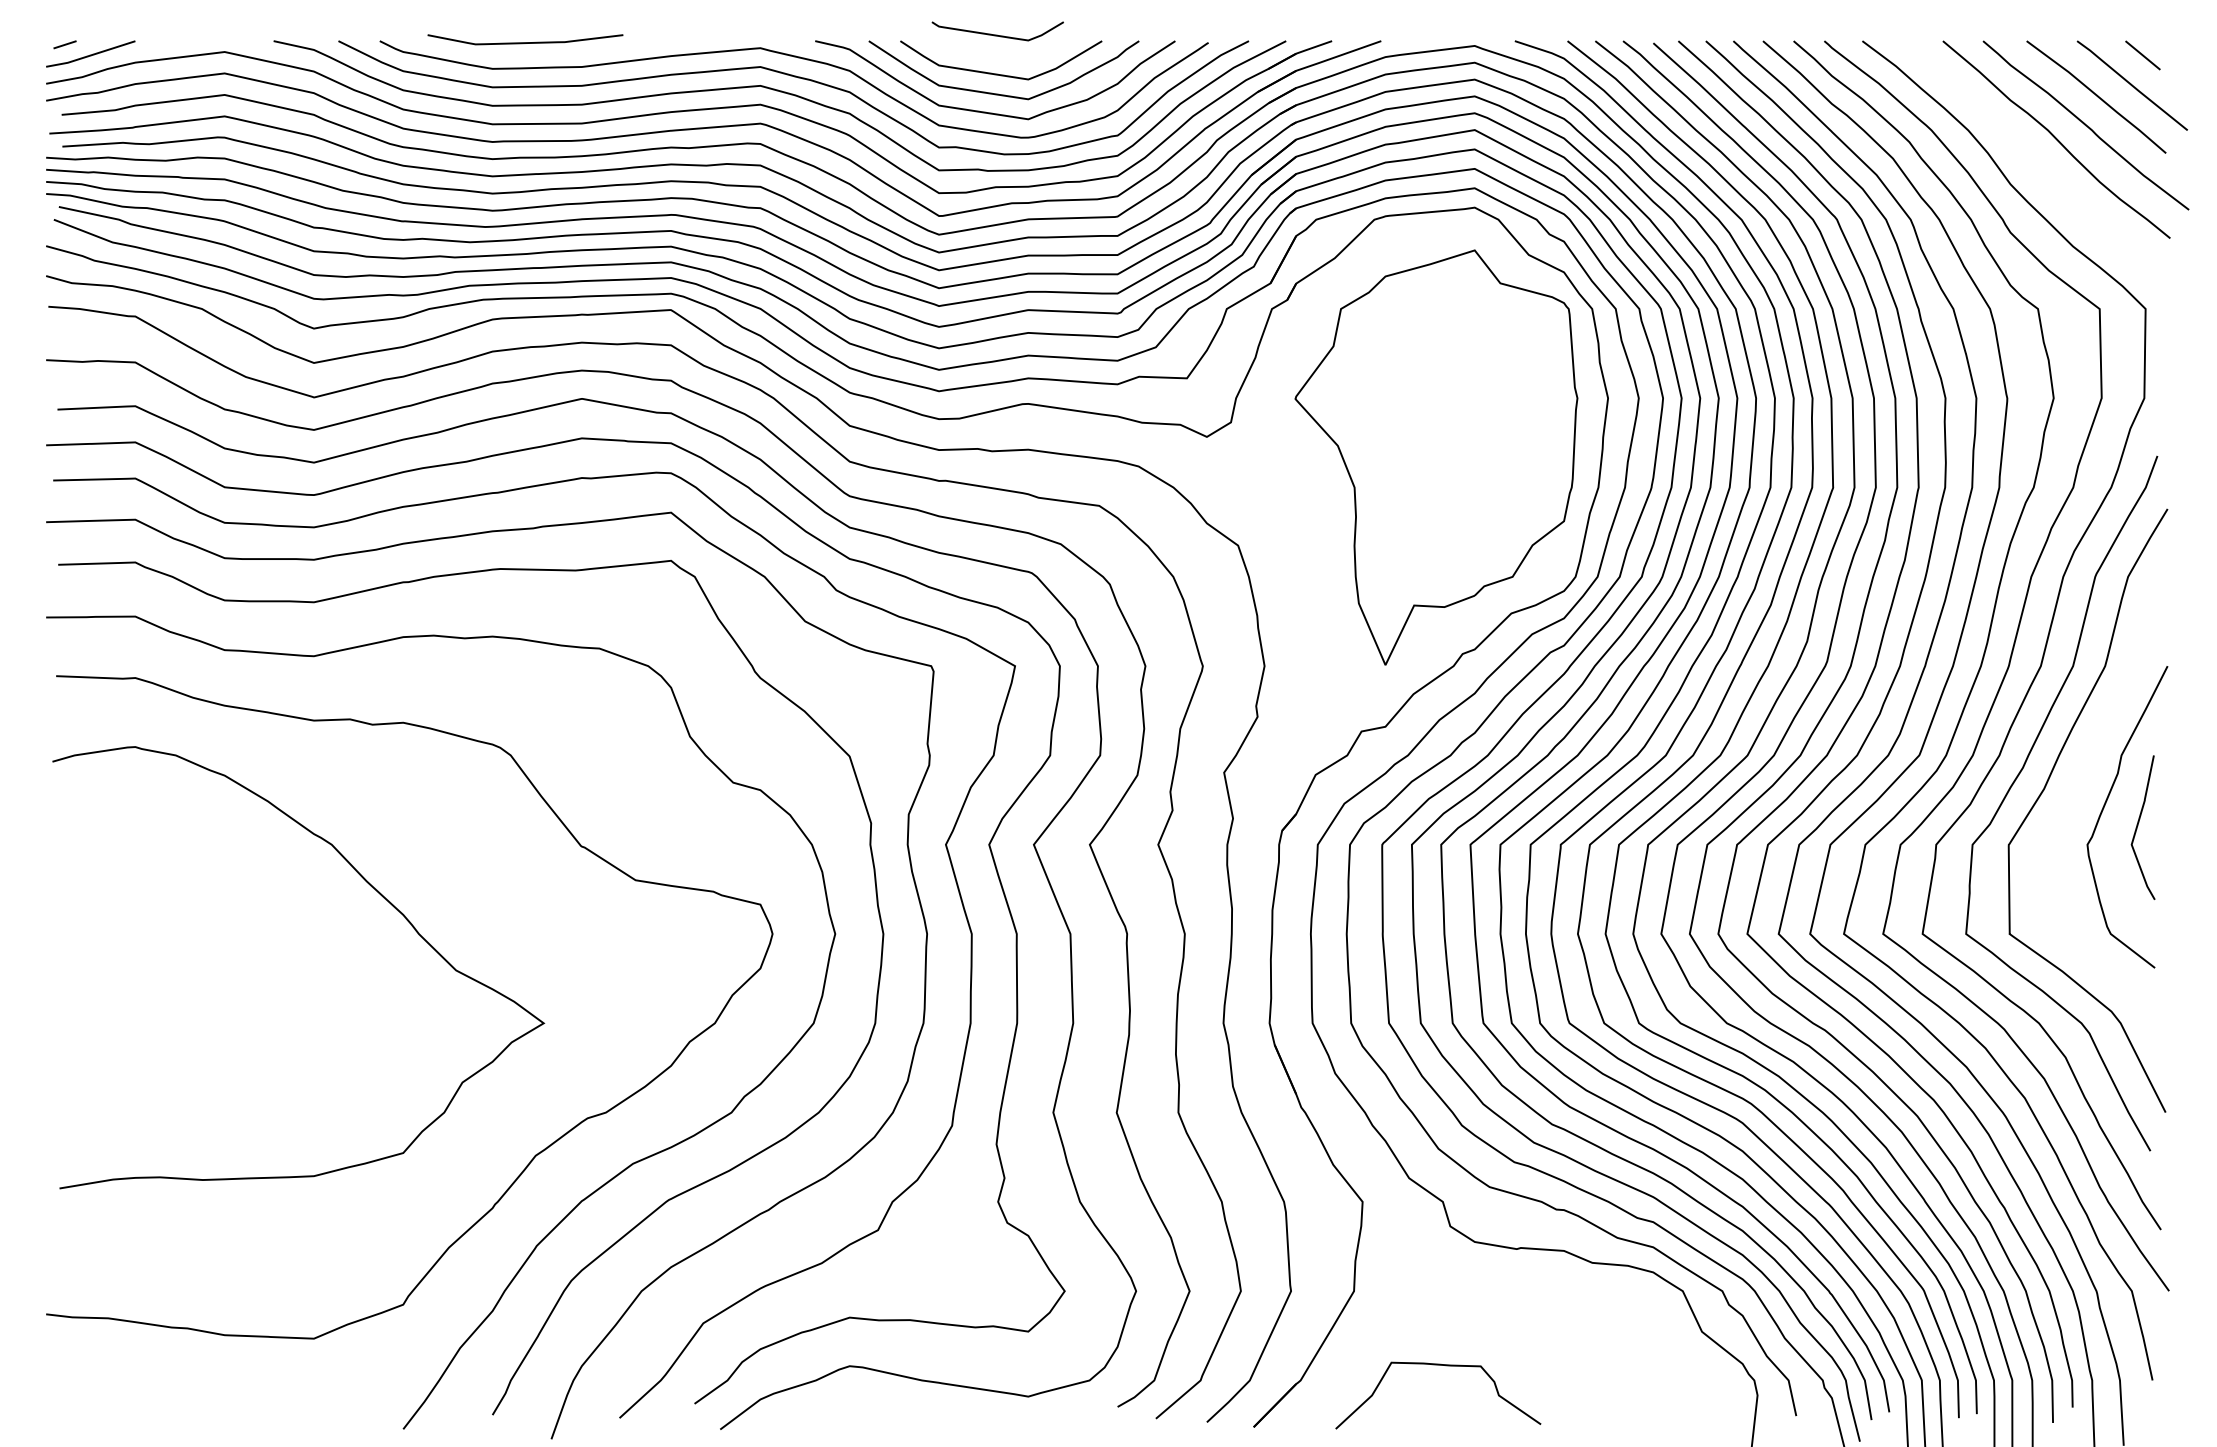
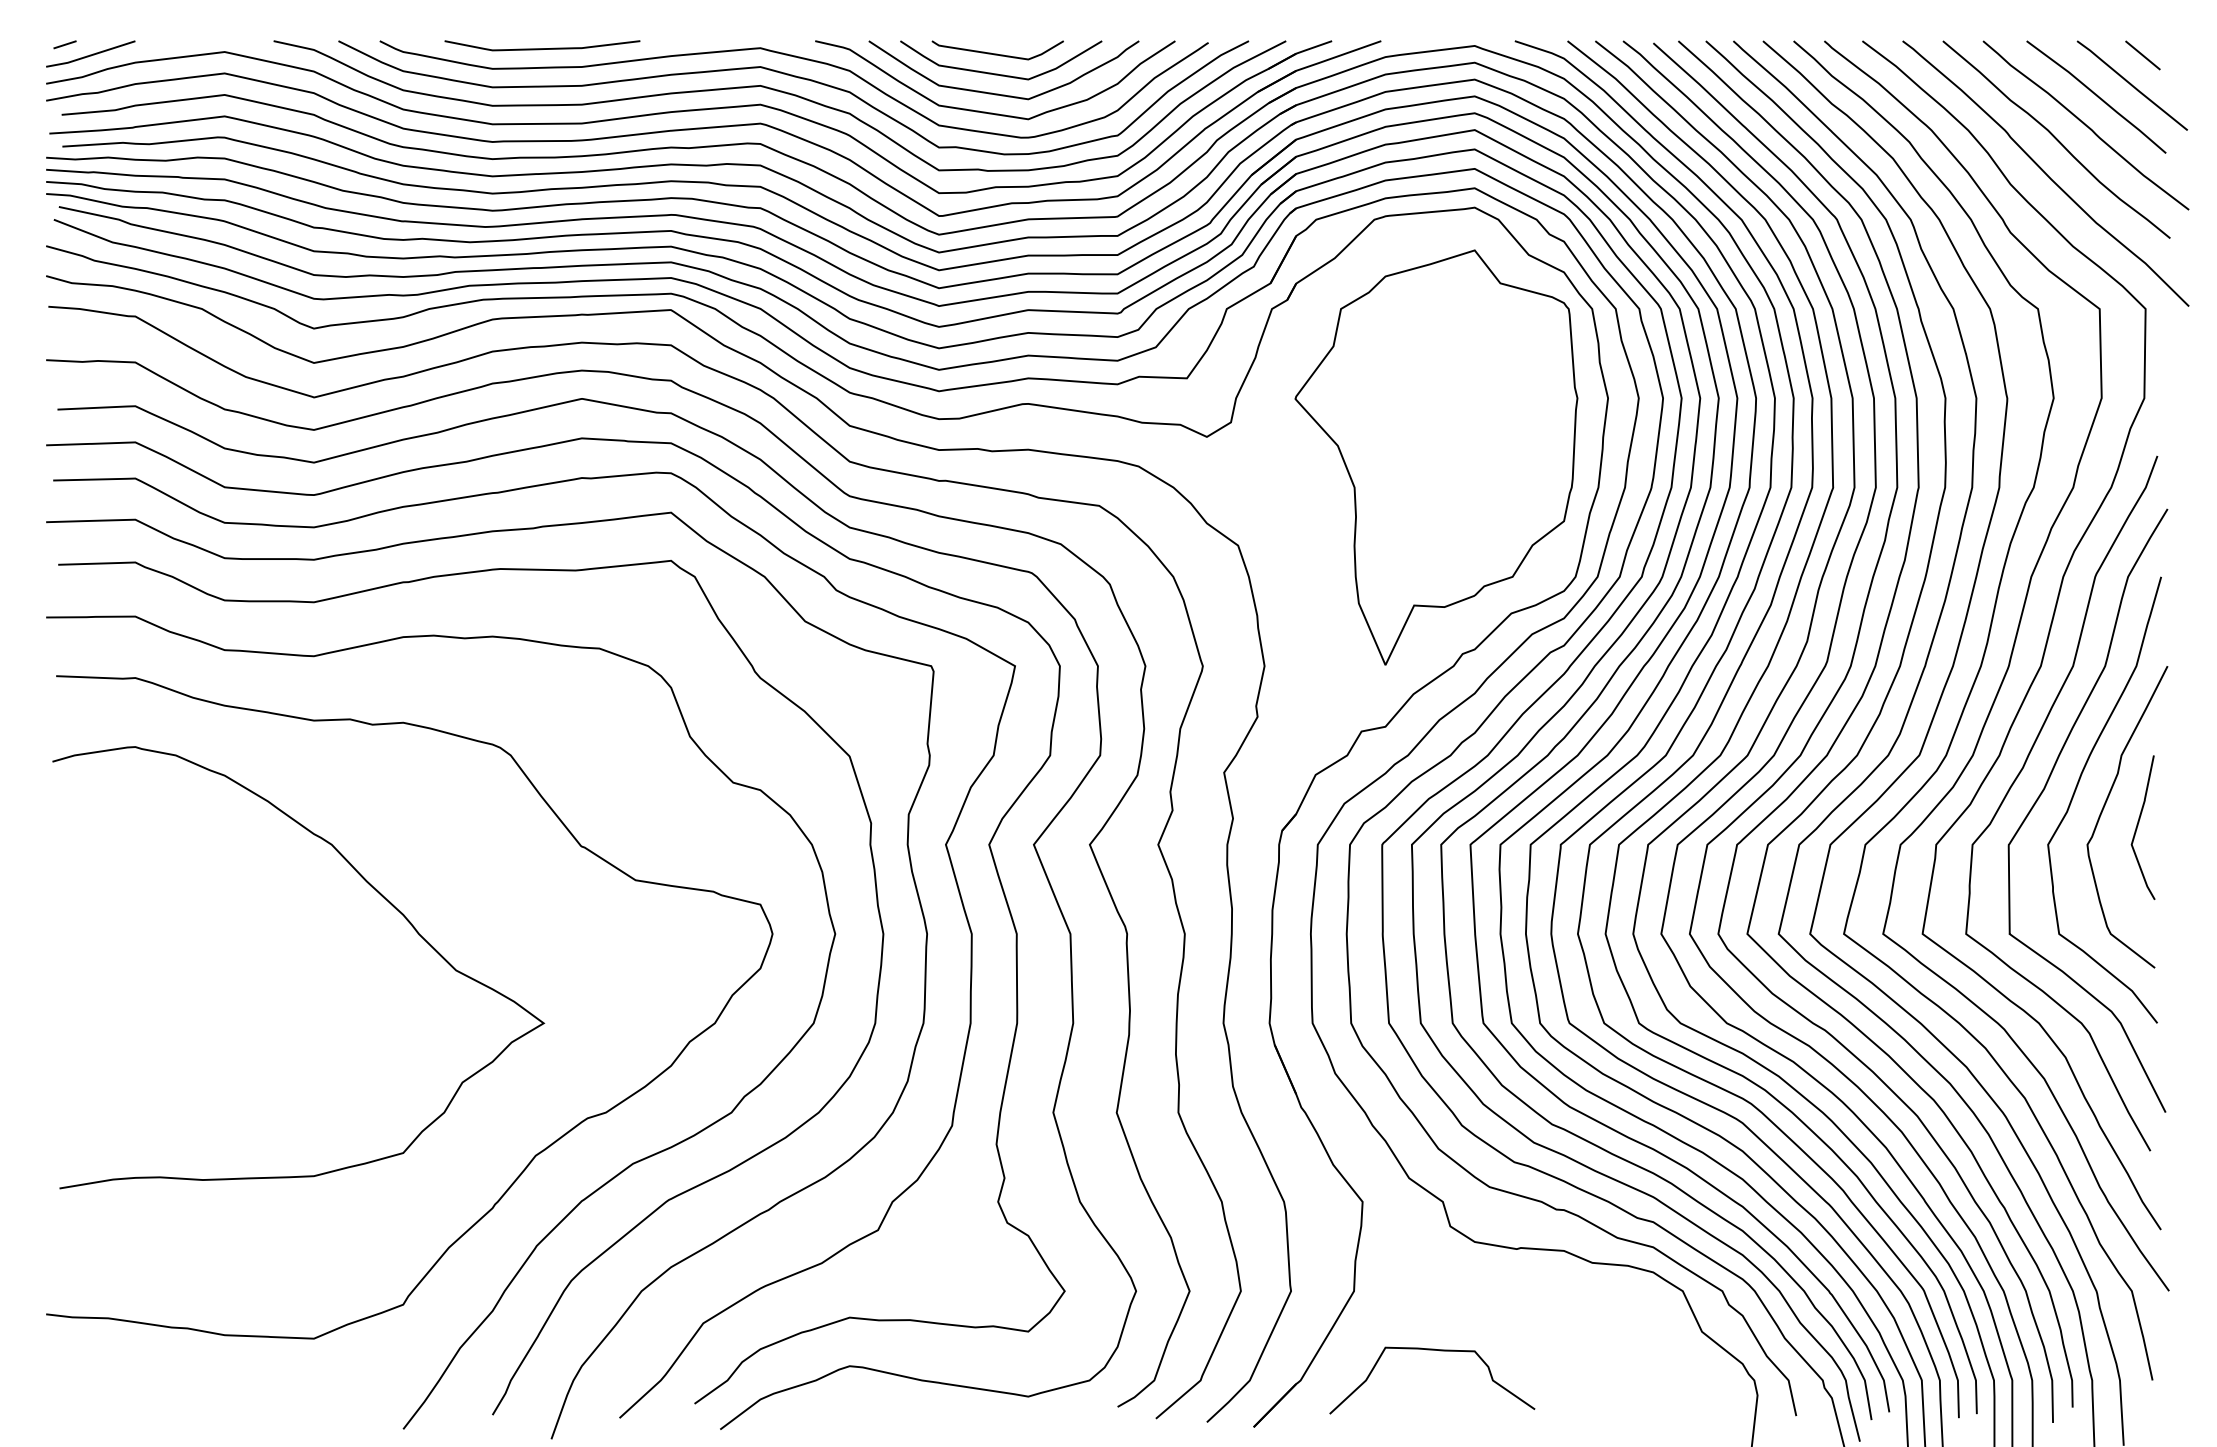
curve at (997, 34) position: (997, 34) -> (997, 53)
curve at (525, 42) position: (525, 42) -> (542, 48)
curve at (2045, 173): none -> present
curve at (2076, 790): none -> present
curve at (1445, 1366) position: (1445, 1366) -> (1439, 1351)
